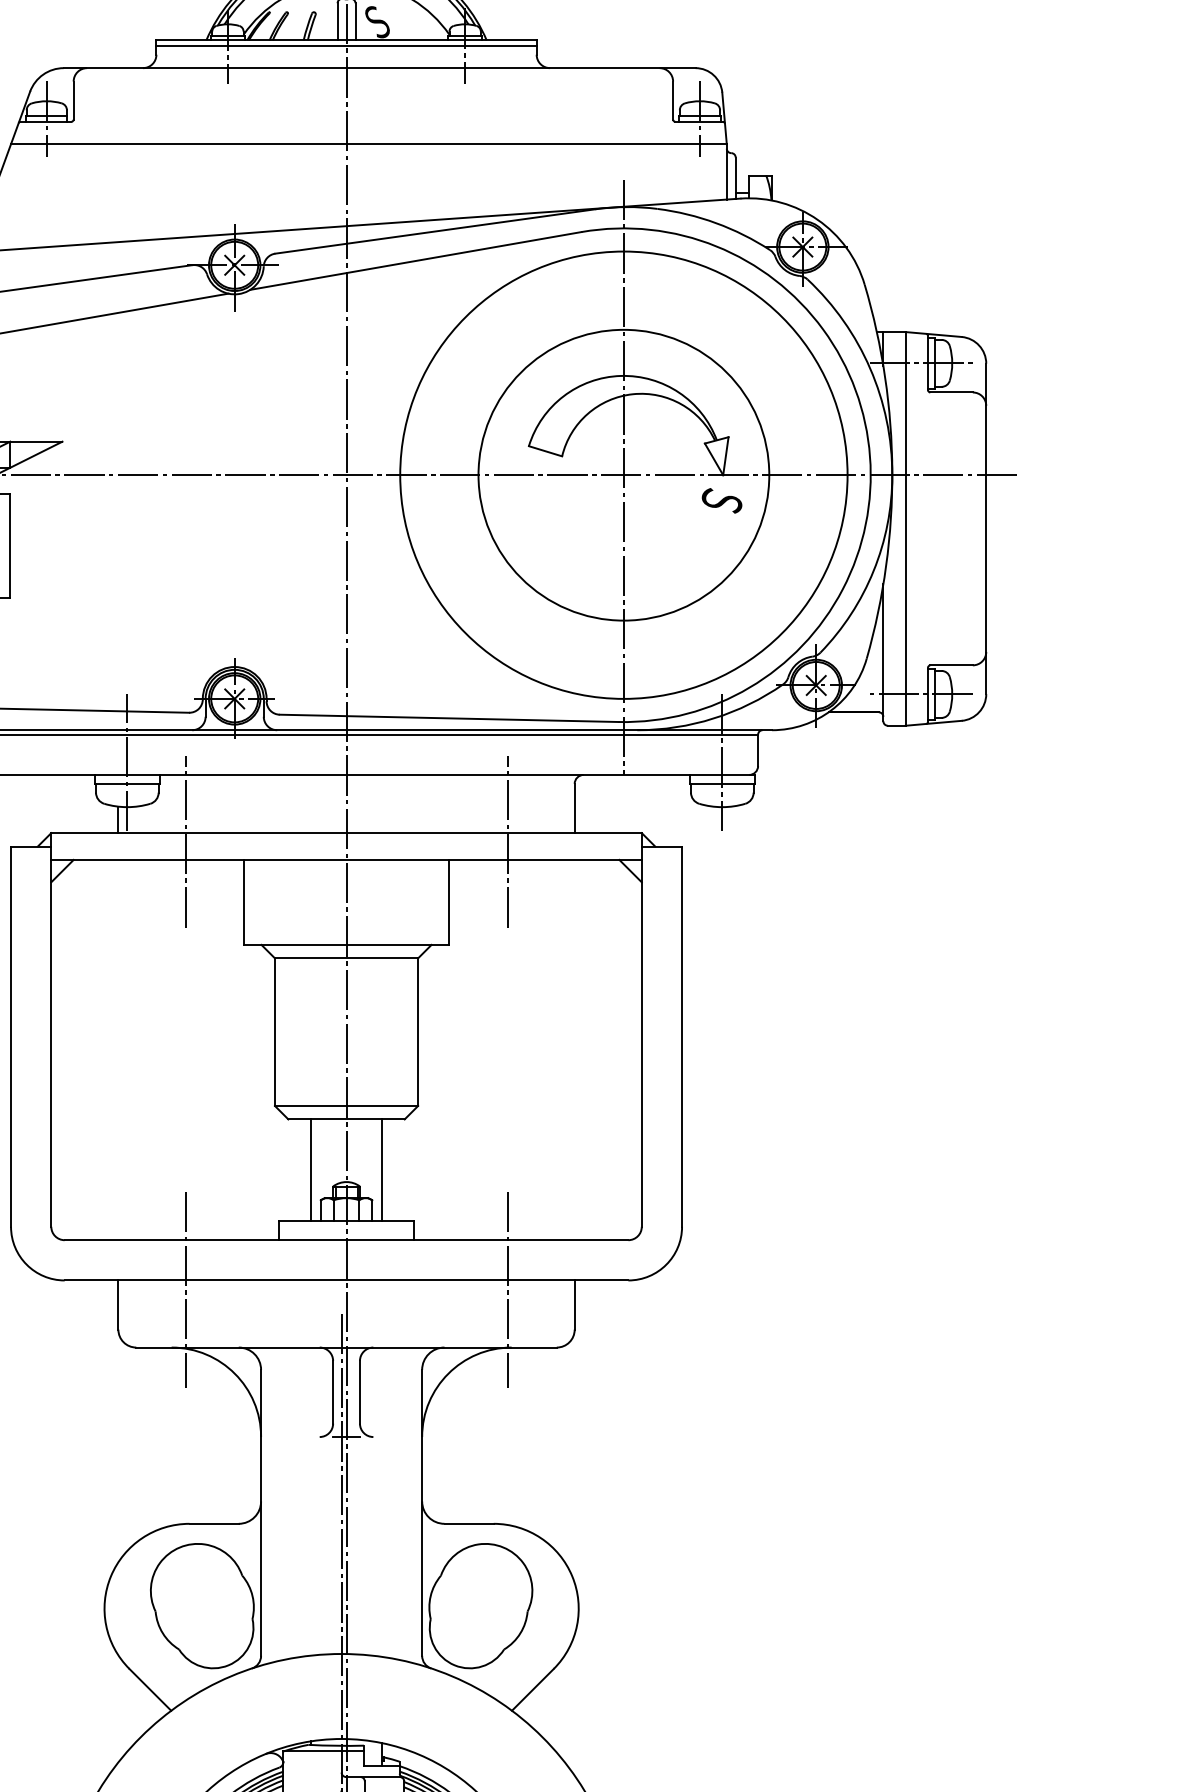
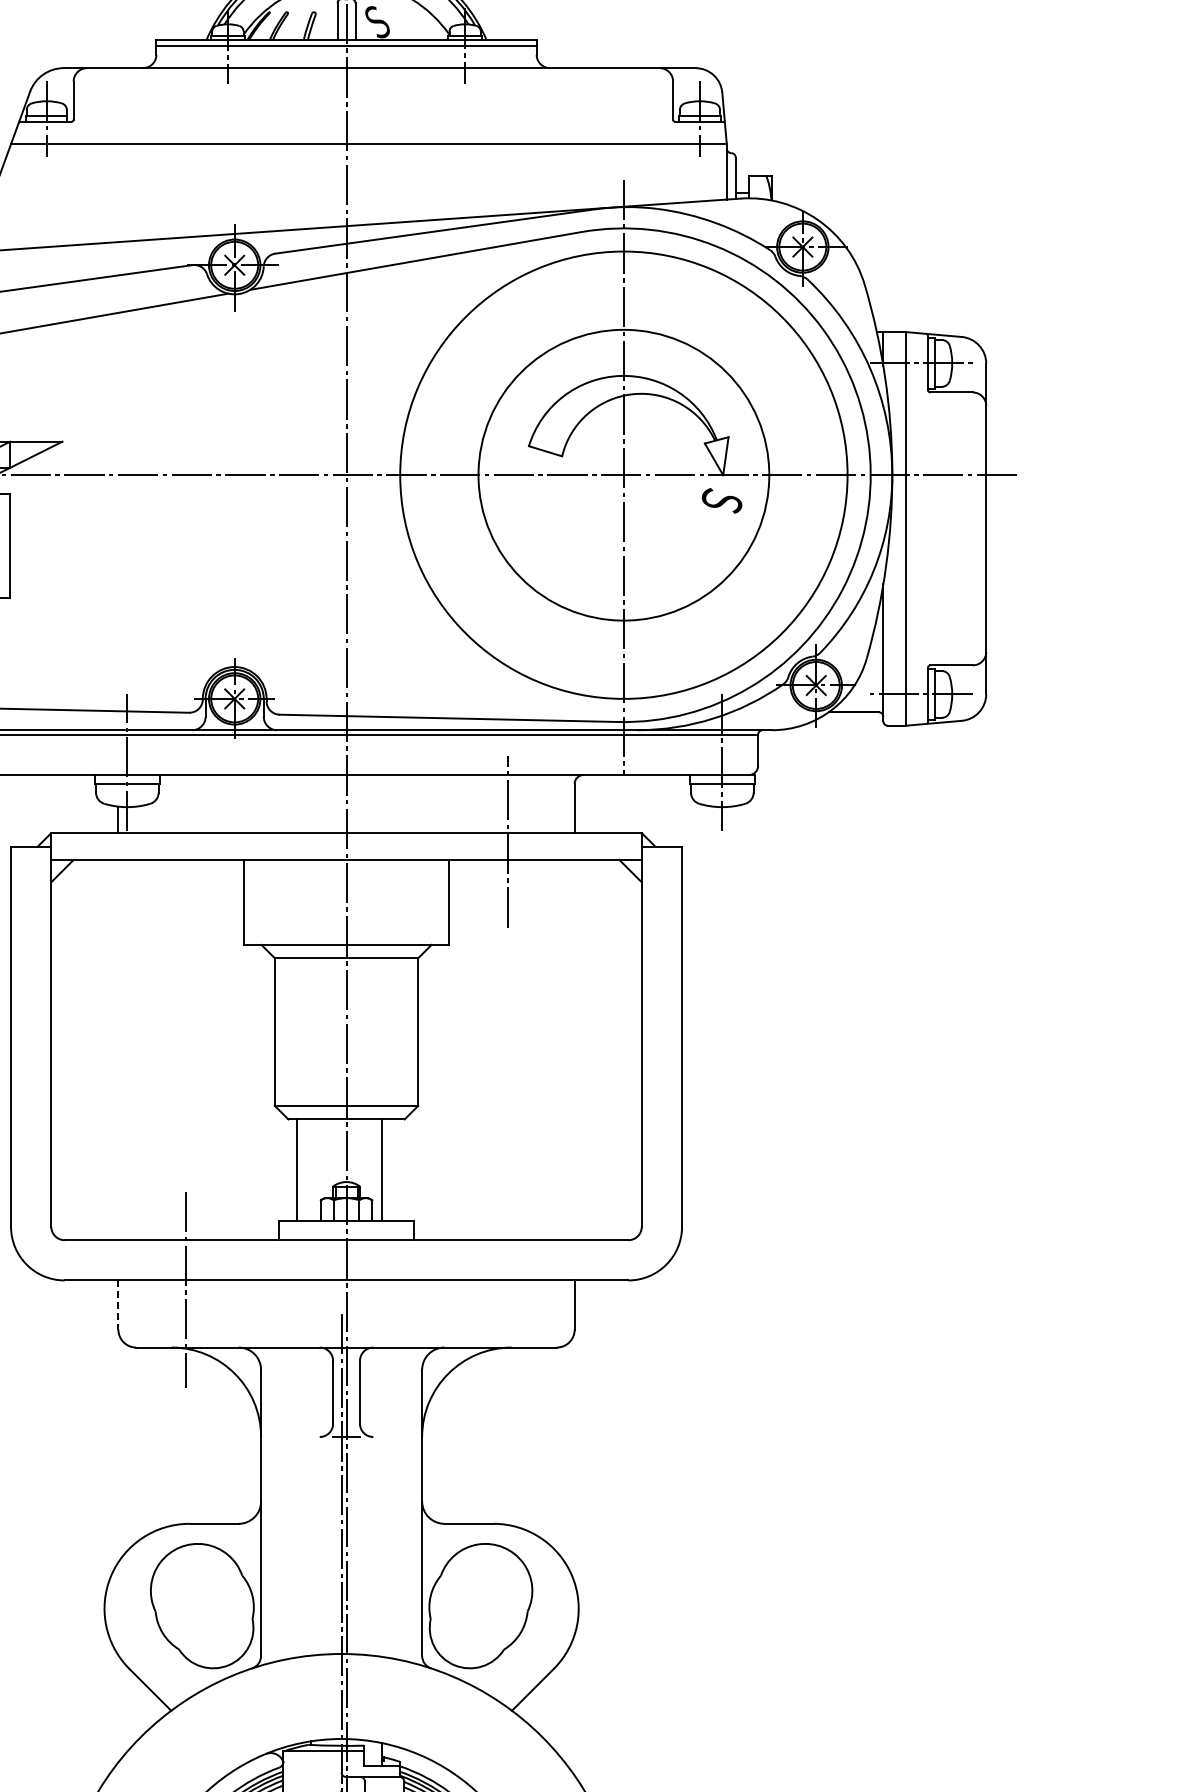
line at (185, 841): present -> none
line at (310, 1169) position: (310, 1169) -> (296, 1169)
line at (507, 1289): present -> none
line at (118, 1305): solid -> dashed
